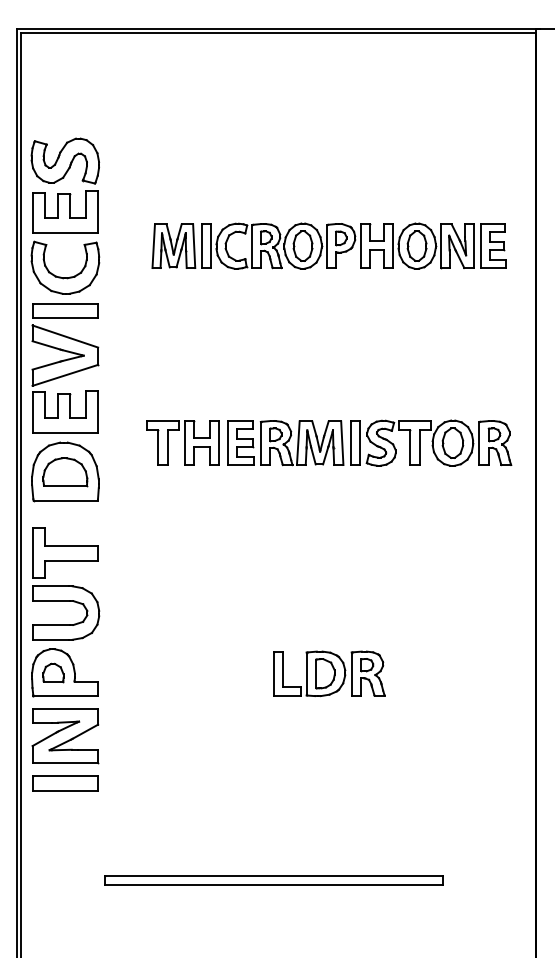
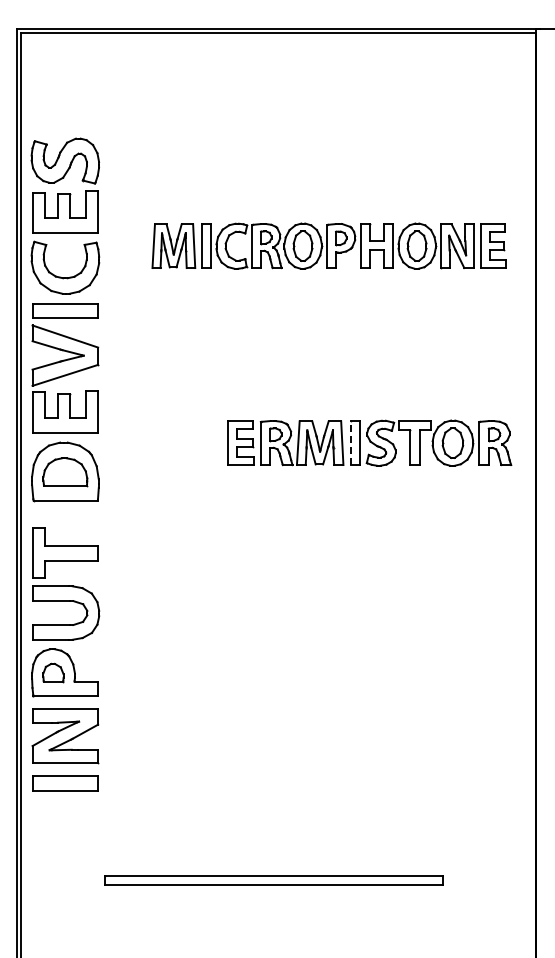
part at (182, 442): present -> none
line at (350, 443): solid -> dashed
part at (329, 673): present -> none
